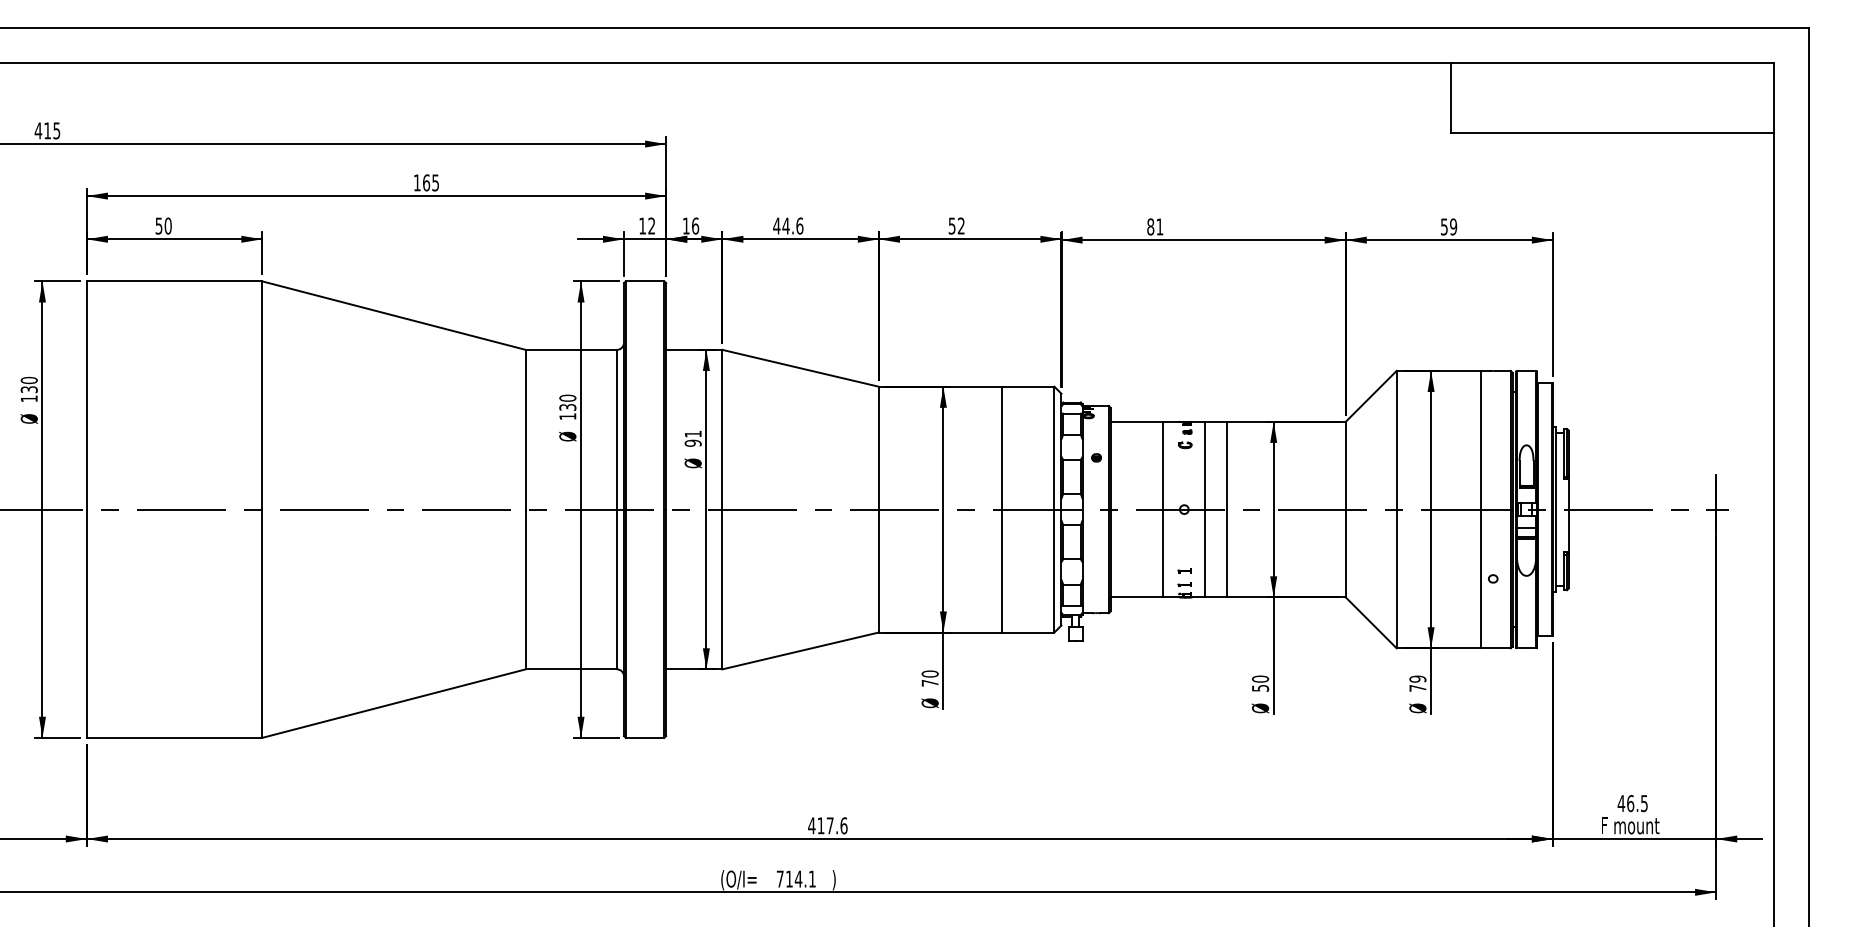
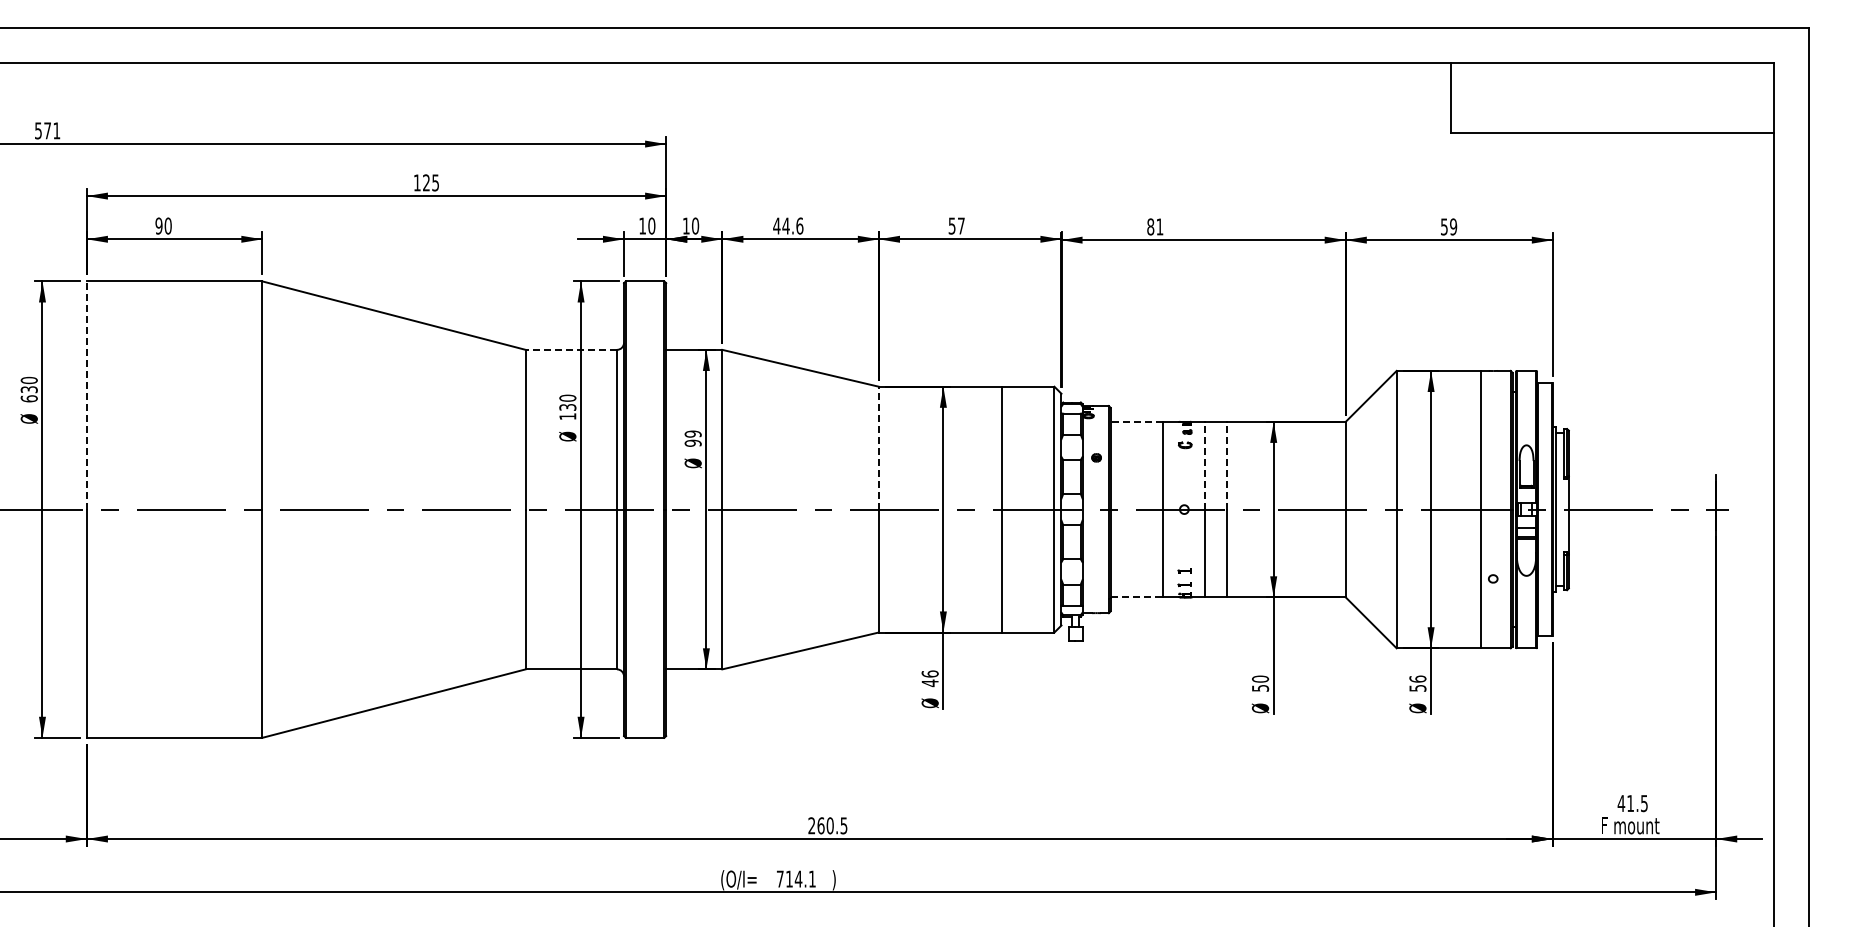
text at (47, 130): 415 -> 571
text at (426, 182): 165 -> 125
text at (158, 225): 50 -> 90
text at (651, 225): 12 -> 10
text at (695, 225): 16 -> 10
text at (960, 225): 52 -> 57
line at (571, 349): solid -> dashed
line at (86, 395): solid -> dashed
text at (28, 398): 130 -> 630
line at (1136, 421): solid -> dashed
text at (692, 433): 91 -> 99
line at (878, 447): solid -> dashed
line at (1205, 465): solid -> dashed
line at (1226, 465): solid -> dashed
line at (1137, 597): solid -> dashed
text at (929, 678): 70 -> 46
text at (1417, 683): 79 -> 56
text at (1630, 803): 46.5 -> 41.5
text at (827, 825): 417.6 -> 260.5
